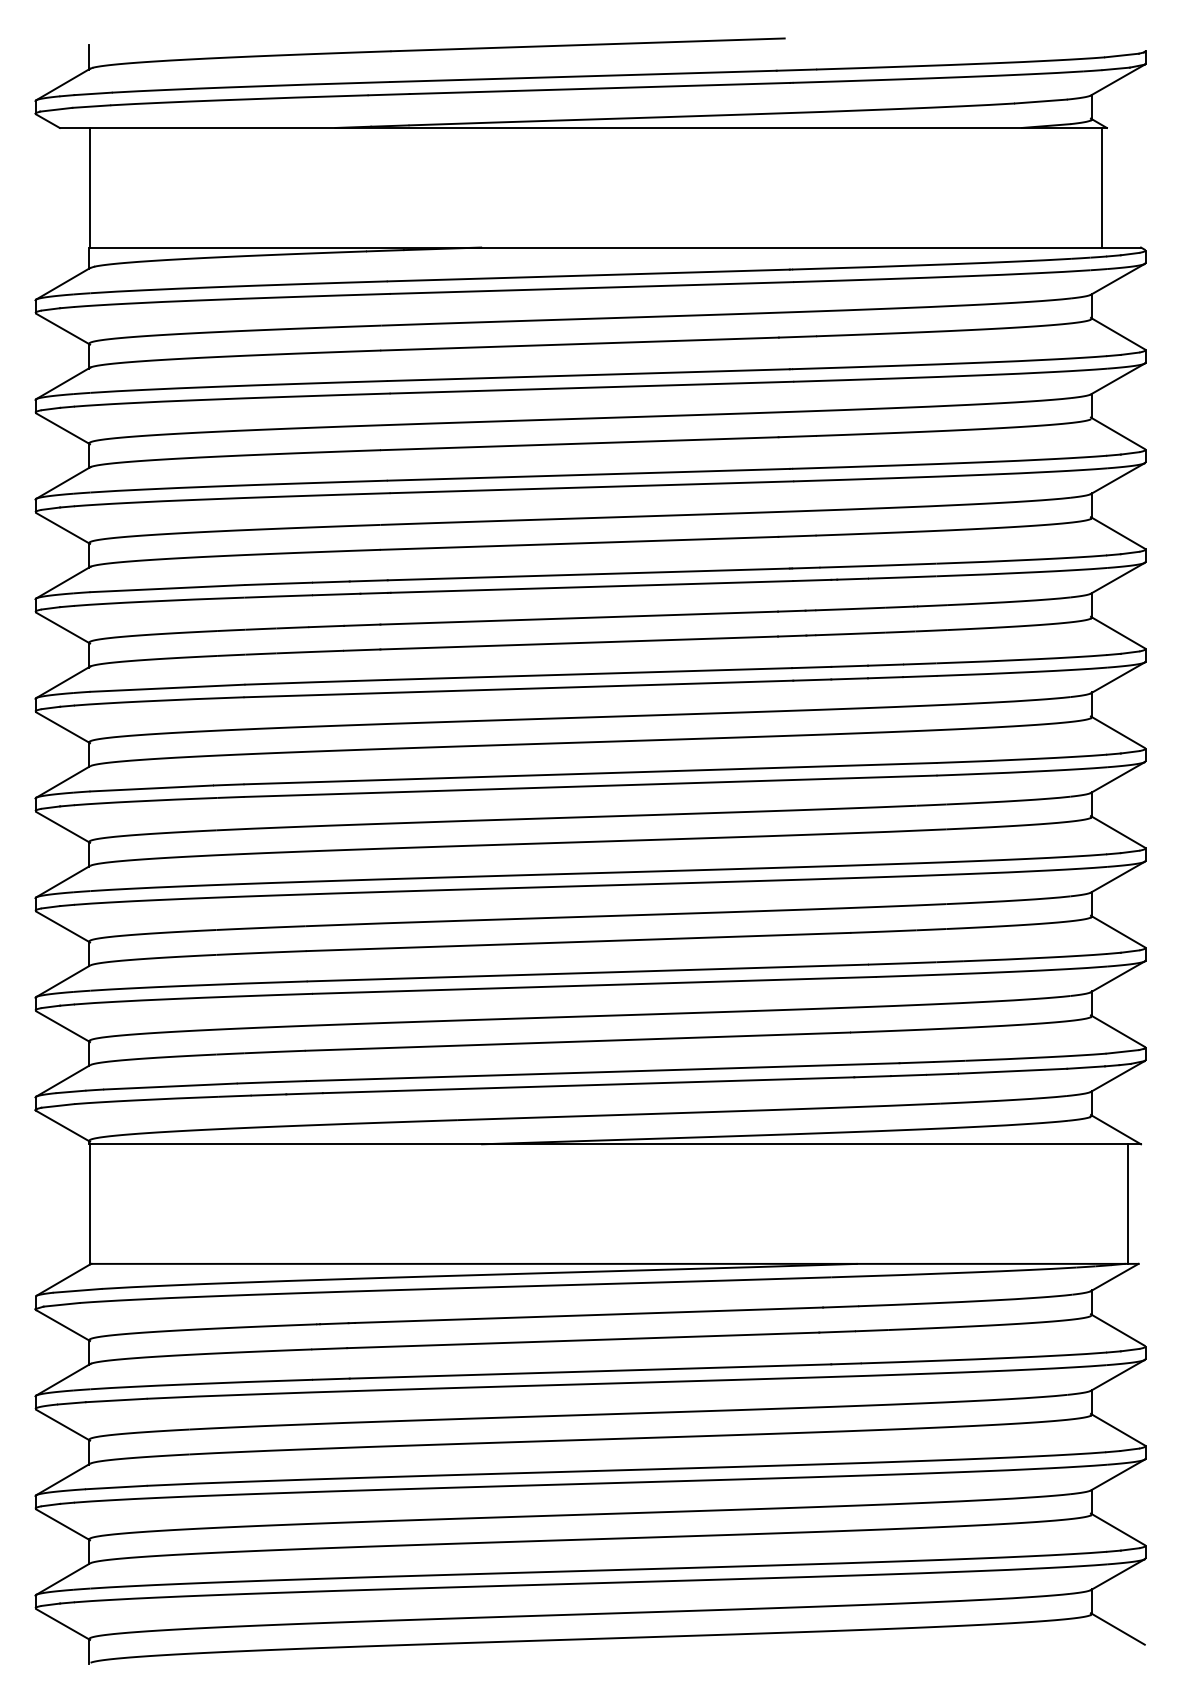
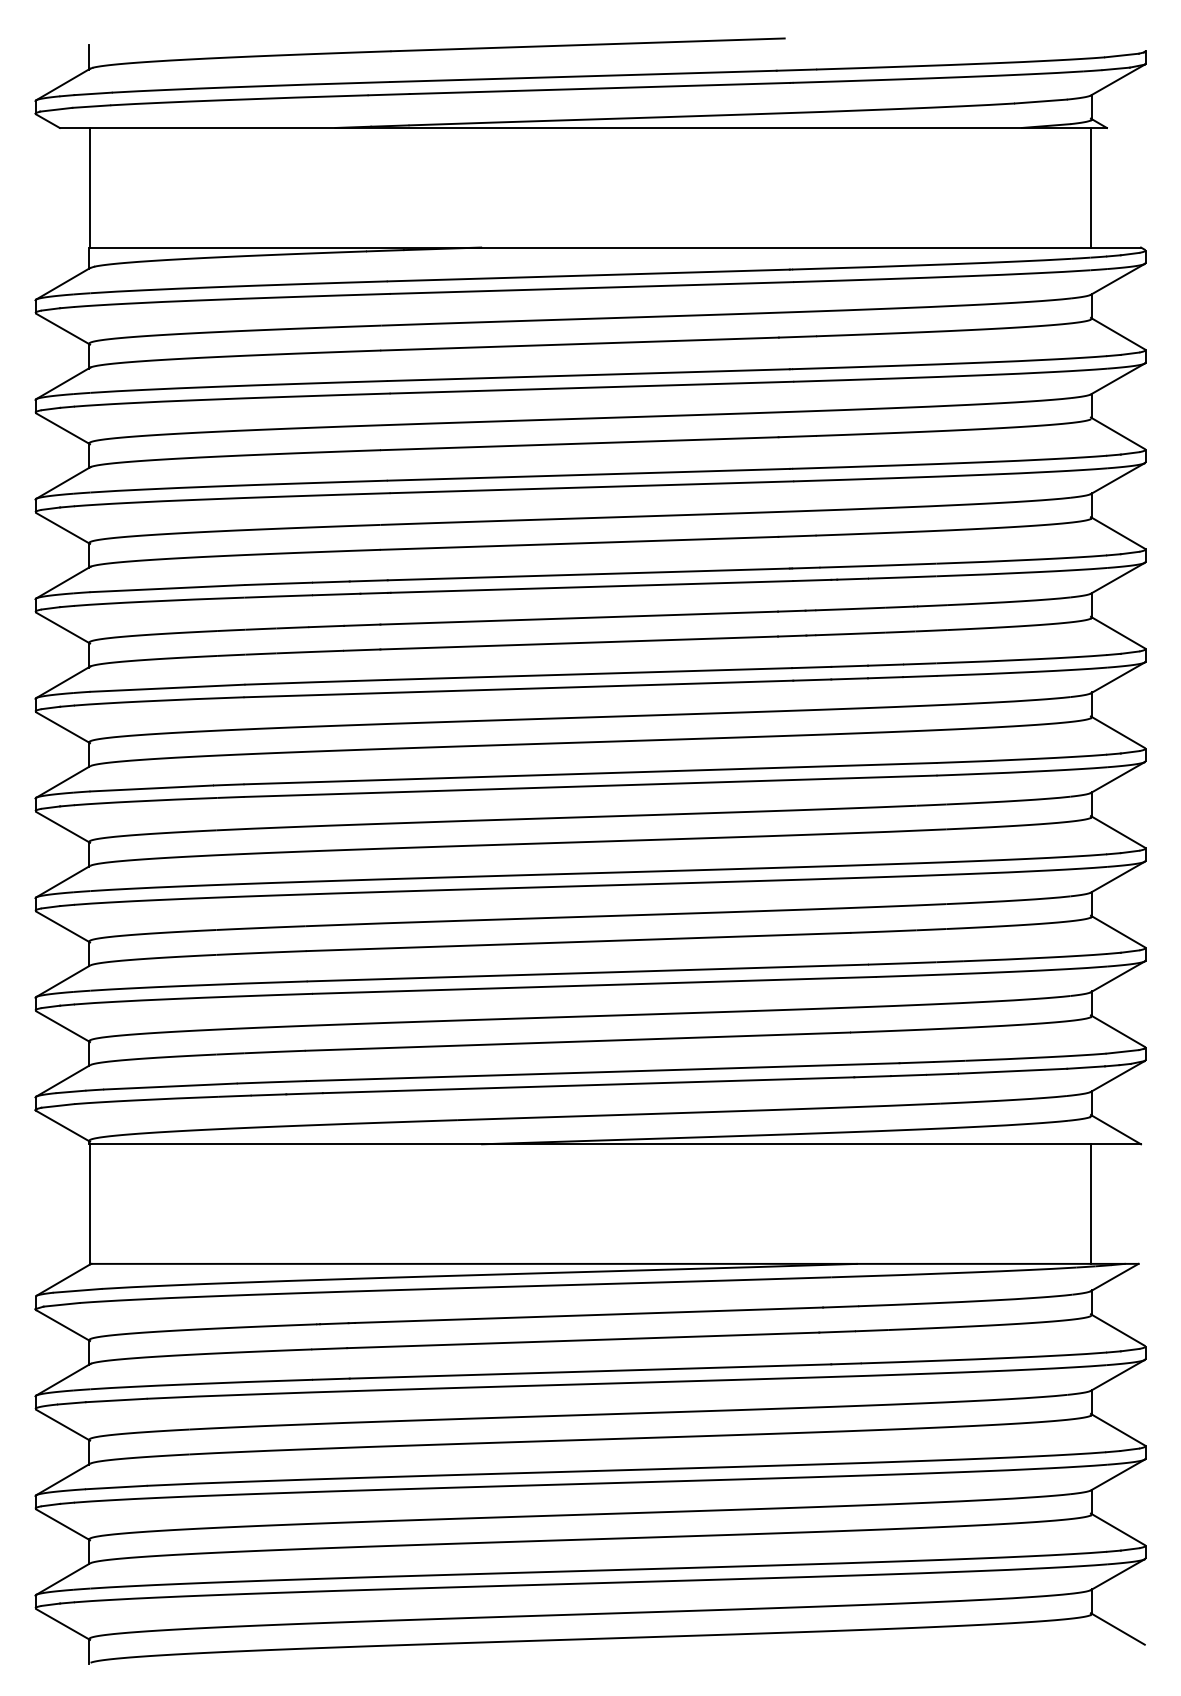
line at (1101, 187) position: (1101, 187) -> (1090, 187)
line at (1127, 1203) position: (1127, 1203) -> (1090, 1203)
